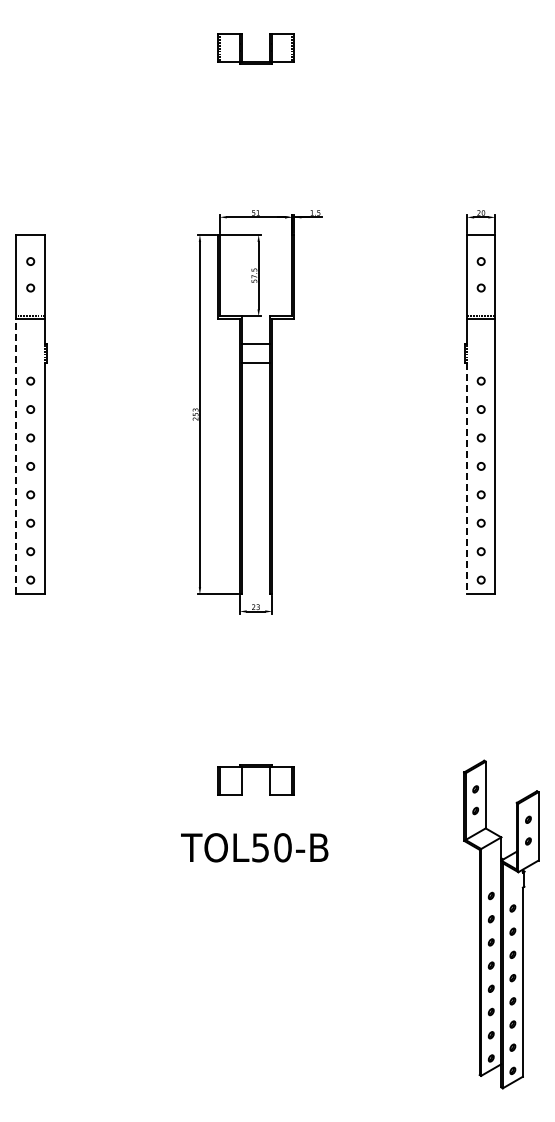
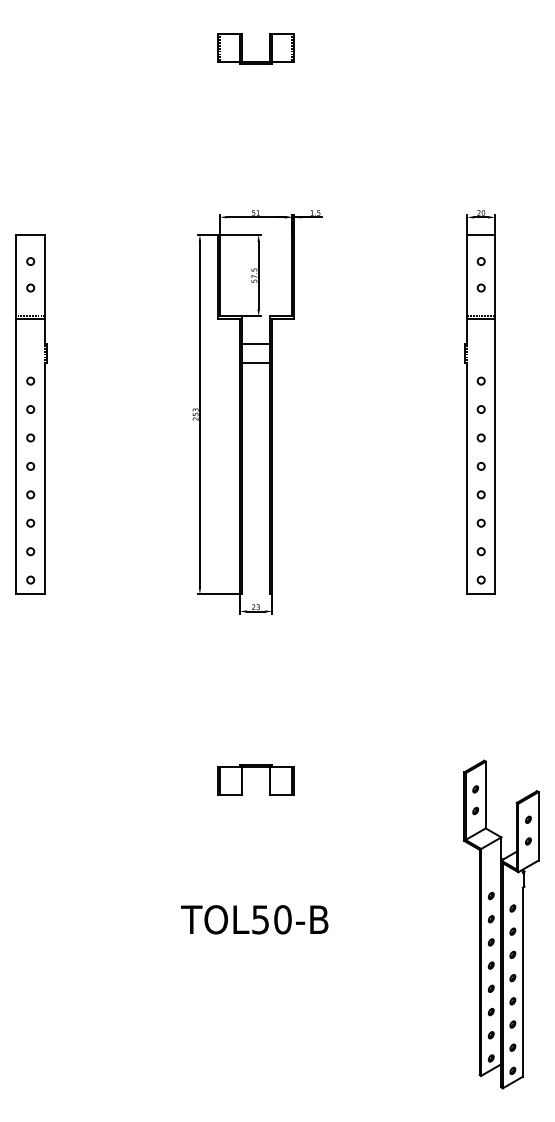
line at (16, 456): dashed -> solid
line at (467, 478): dashed -> solid
text at (254, 847) position: (254, 847) -> (254, 919)
